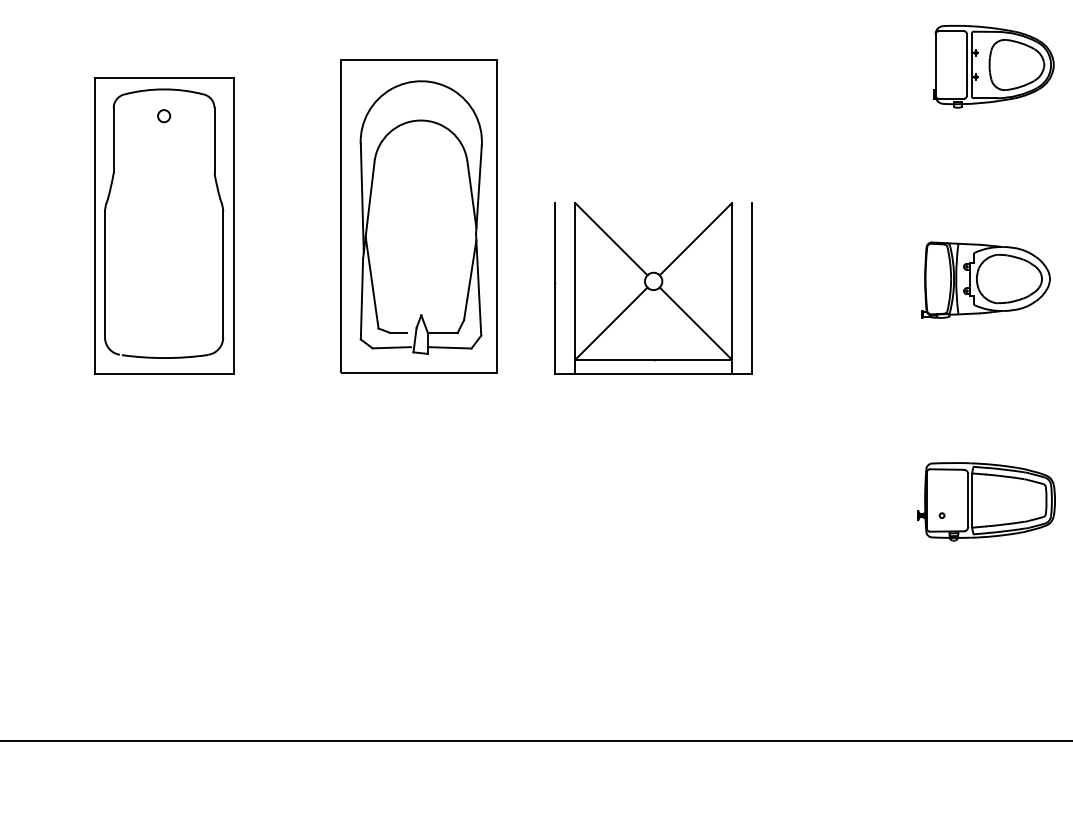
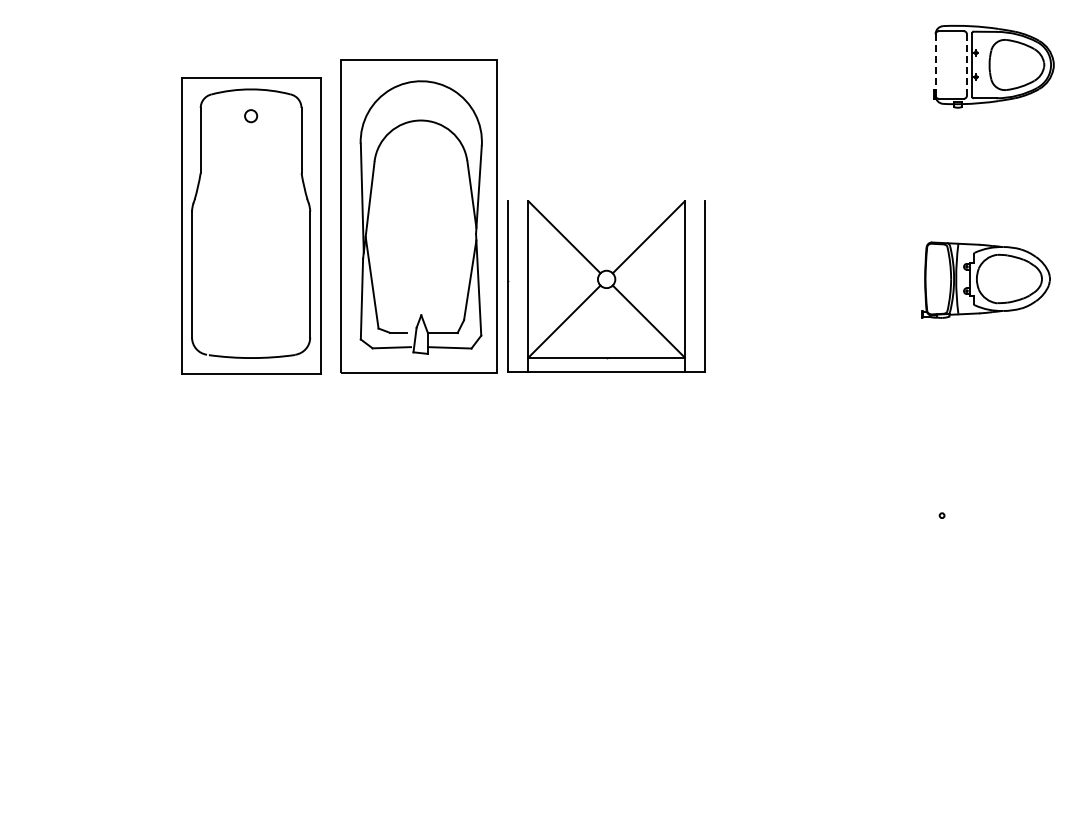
line at (935, 65): solid -> dashed
line at (966, 65): solid -> dashed
part at (164, 225) position: (164, 225) -> (251, 225)
part at (653, 288) position: (653, 288) -> (606, 286)
part at (986, 501): present -> none
line at (535, 741): present -> none
